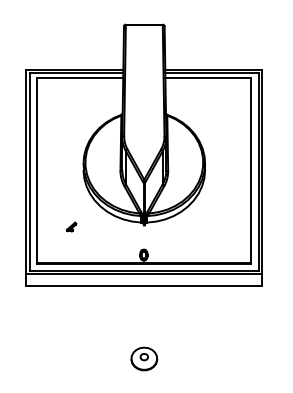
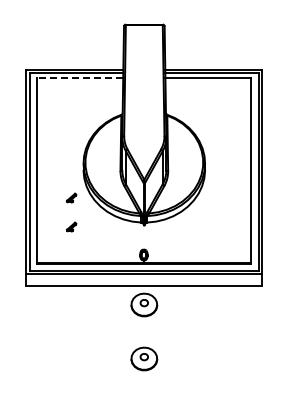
line at (80, 78): solid -> dashed
part at (71, 197): none -> present
part at (144, 304): none -> present
